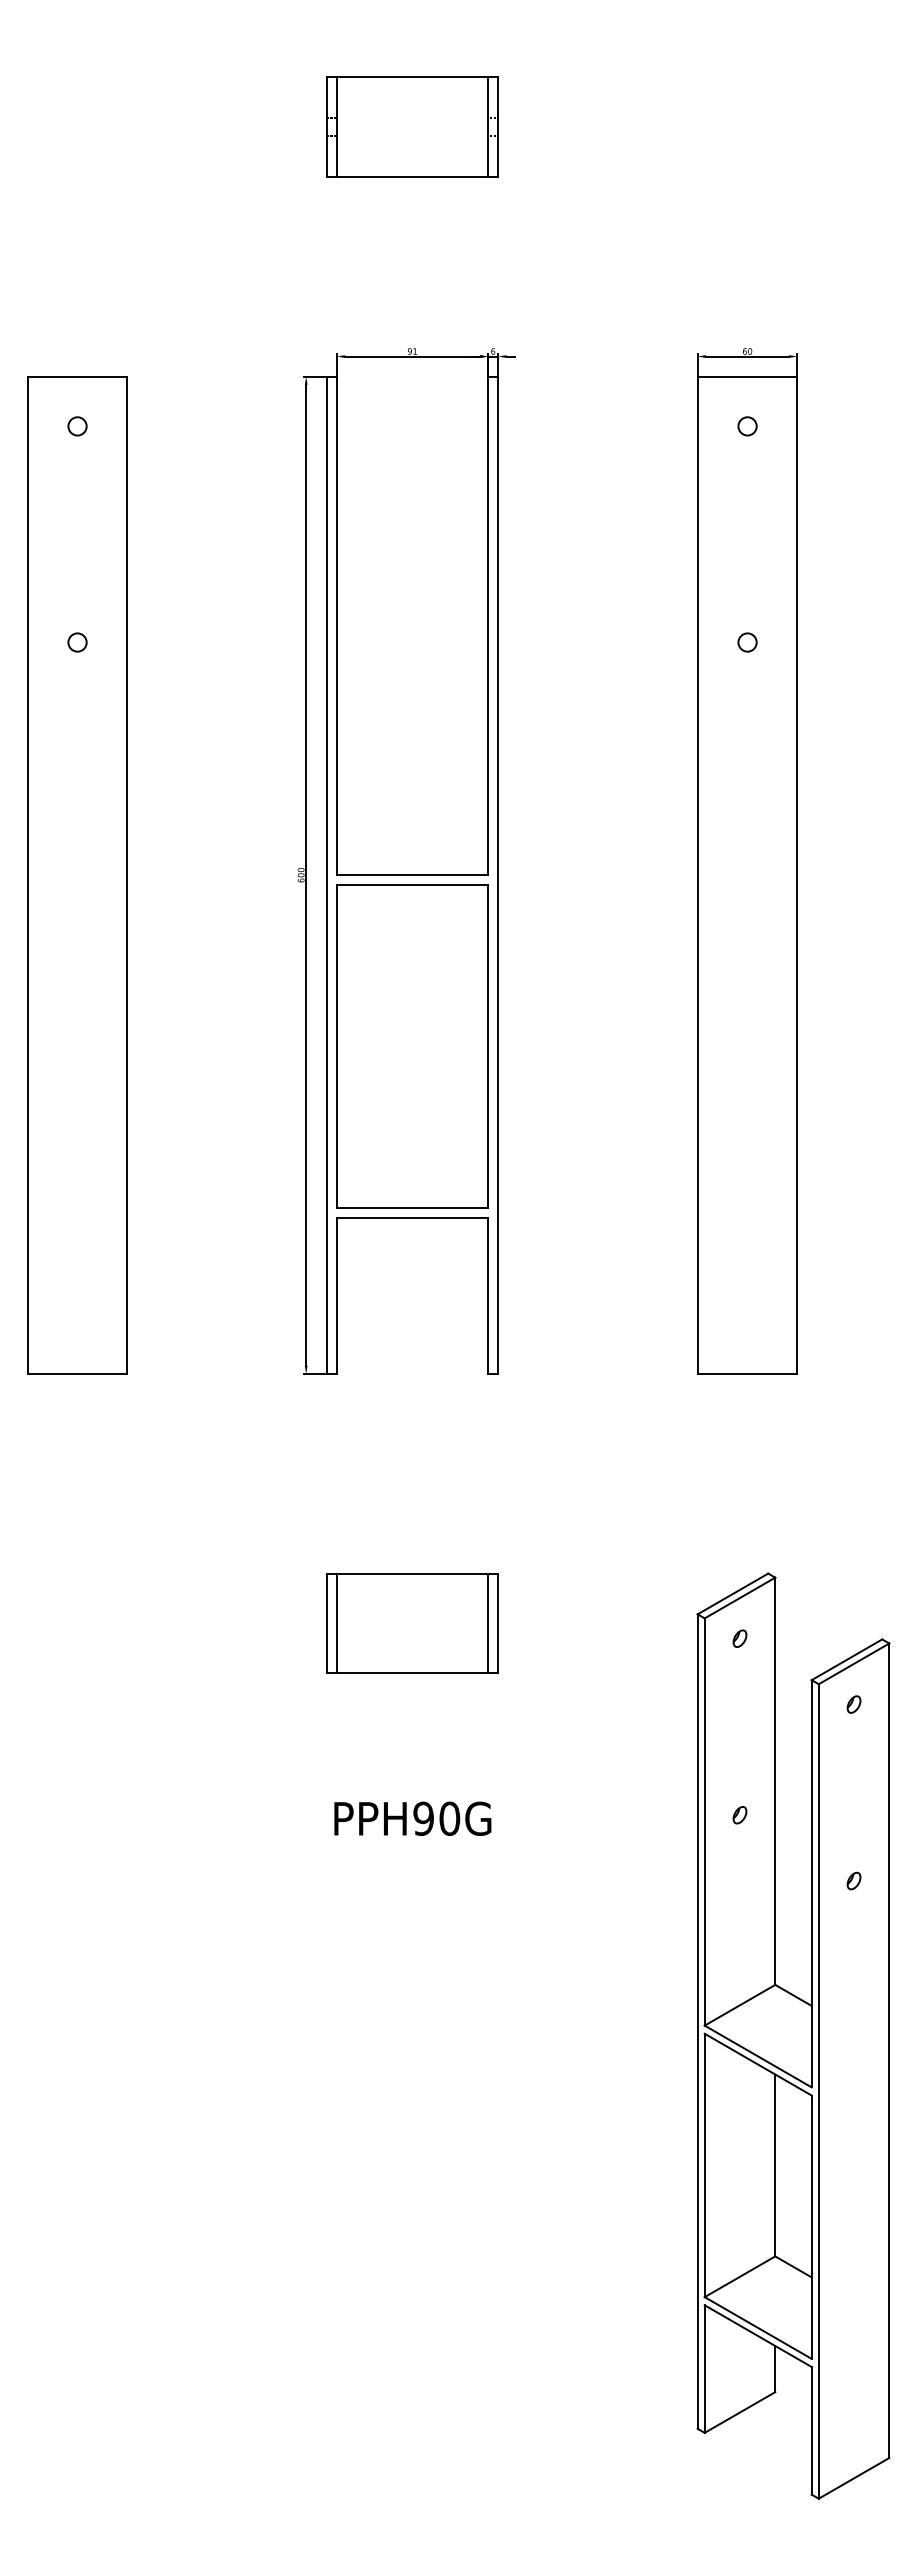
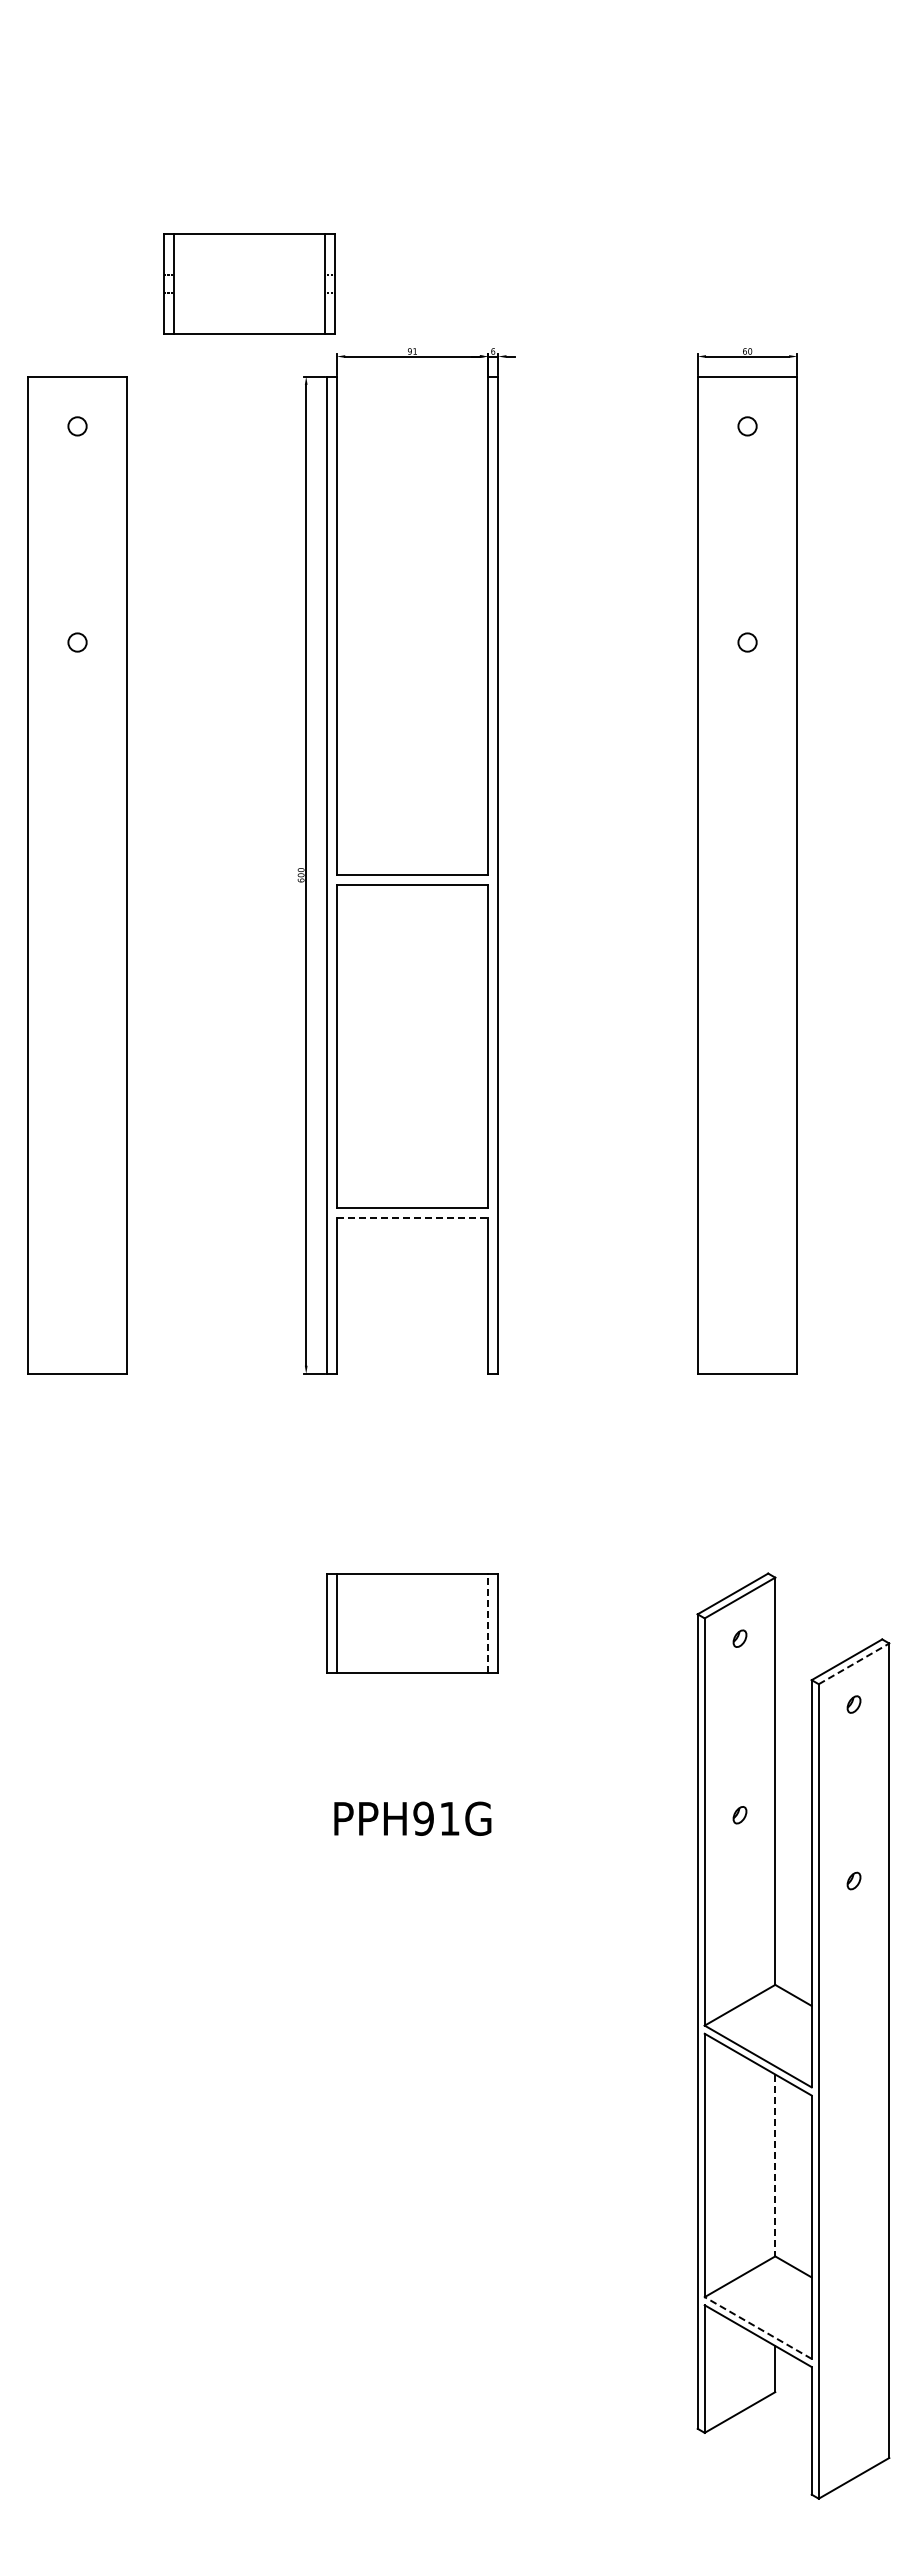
part at (412, 126) position: (412, 126) -> (249, 283)
line at (412, 1217): solid -> dashed
line at (488, 1623): solid -> dashed
line at (854, 1663): solid -> dashed
text at (449, 1818): PPH90G -> PPH91G
line at (775, 2165): solid -> dashed
line at (758, 2328): solid -> dashed
